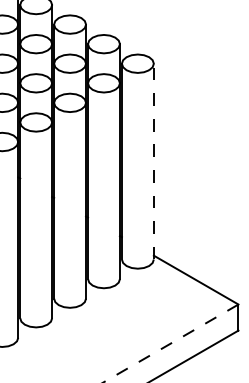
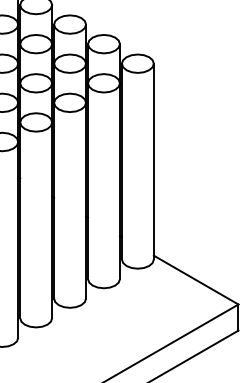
line at (153, 161): dashed -> solid
line at (170, 343): dashed -> solid
